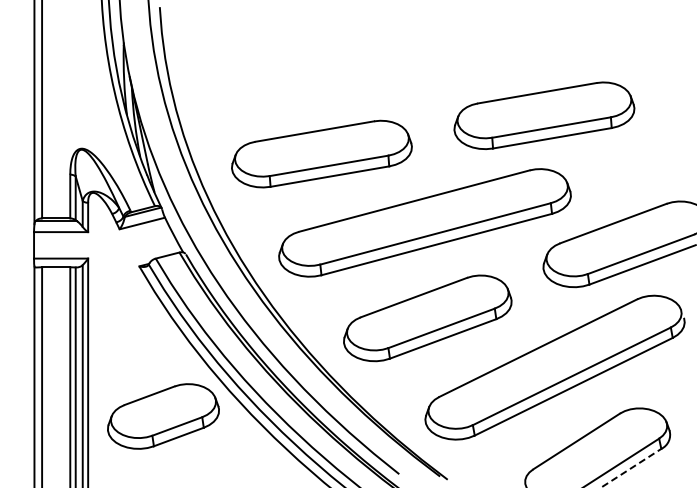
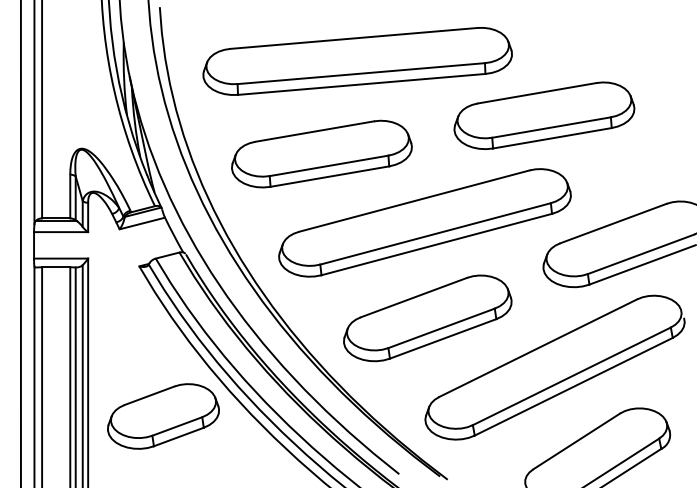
part at (357, 61): none -> present
line at (20, 243): none -> present
line at (631, 468): dashed -> solid
